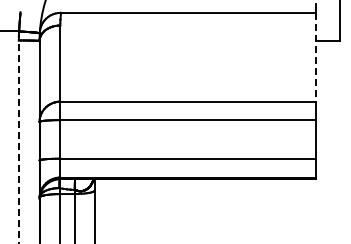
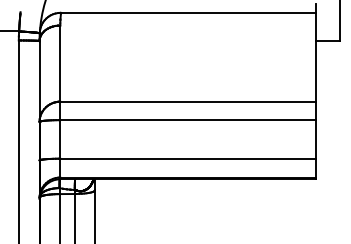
line at (315, 57): dashed -> solid
line at (18, 141): dashed -> solid
